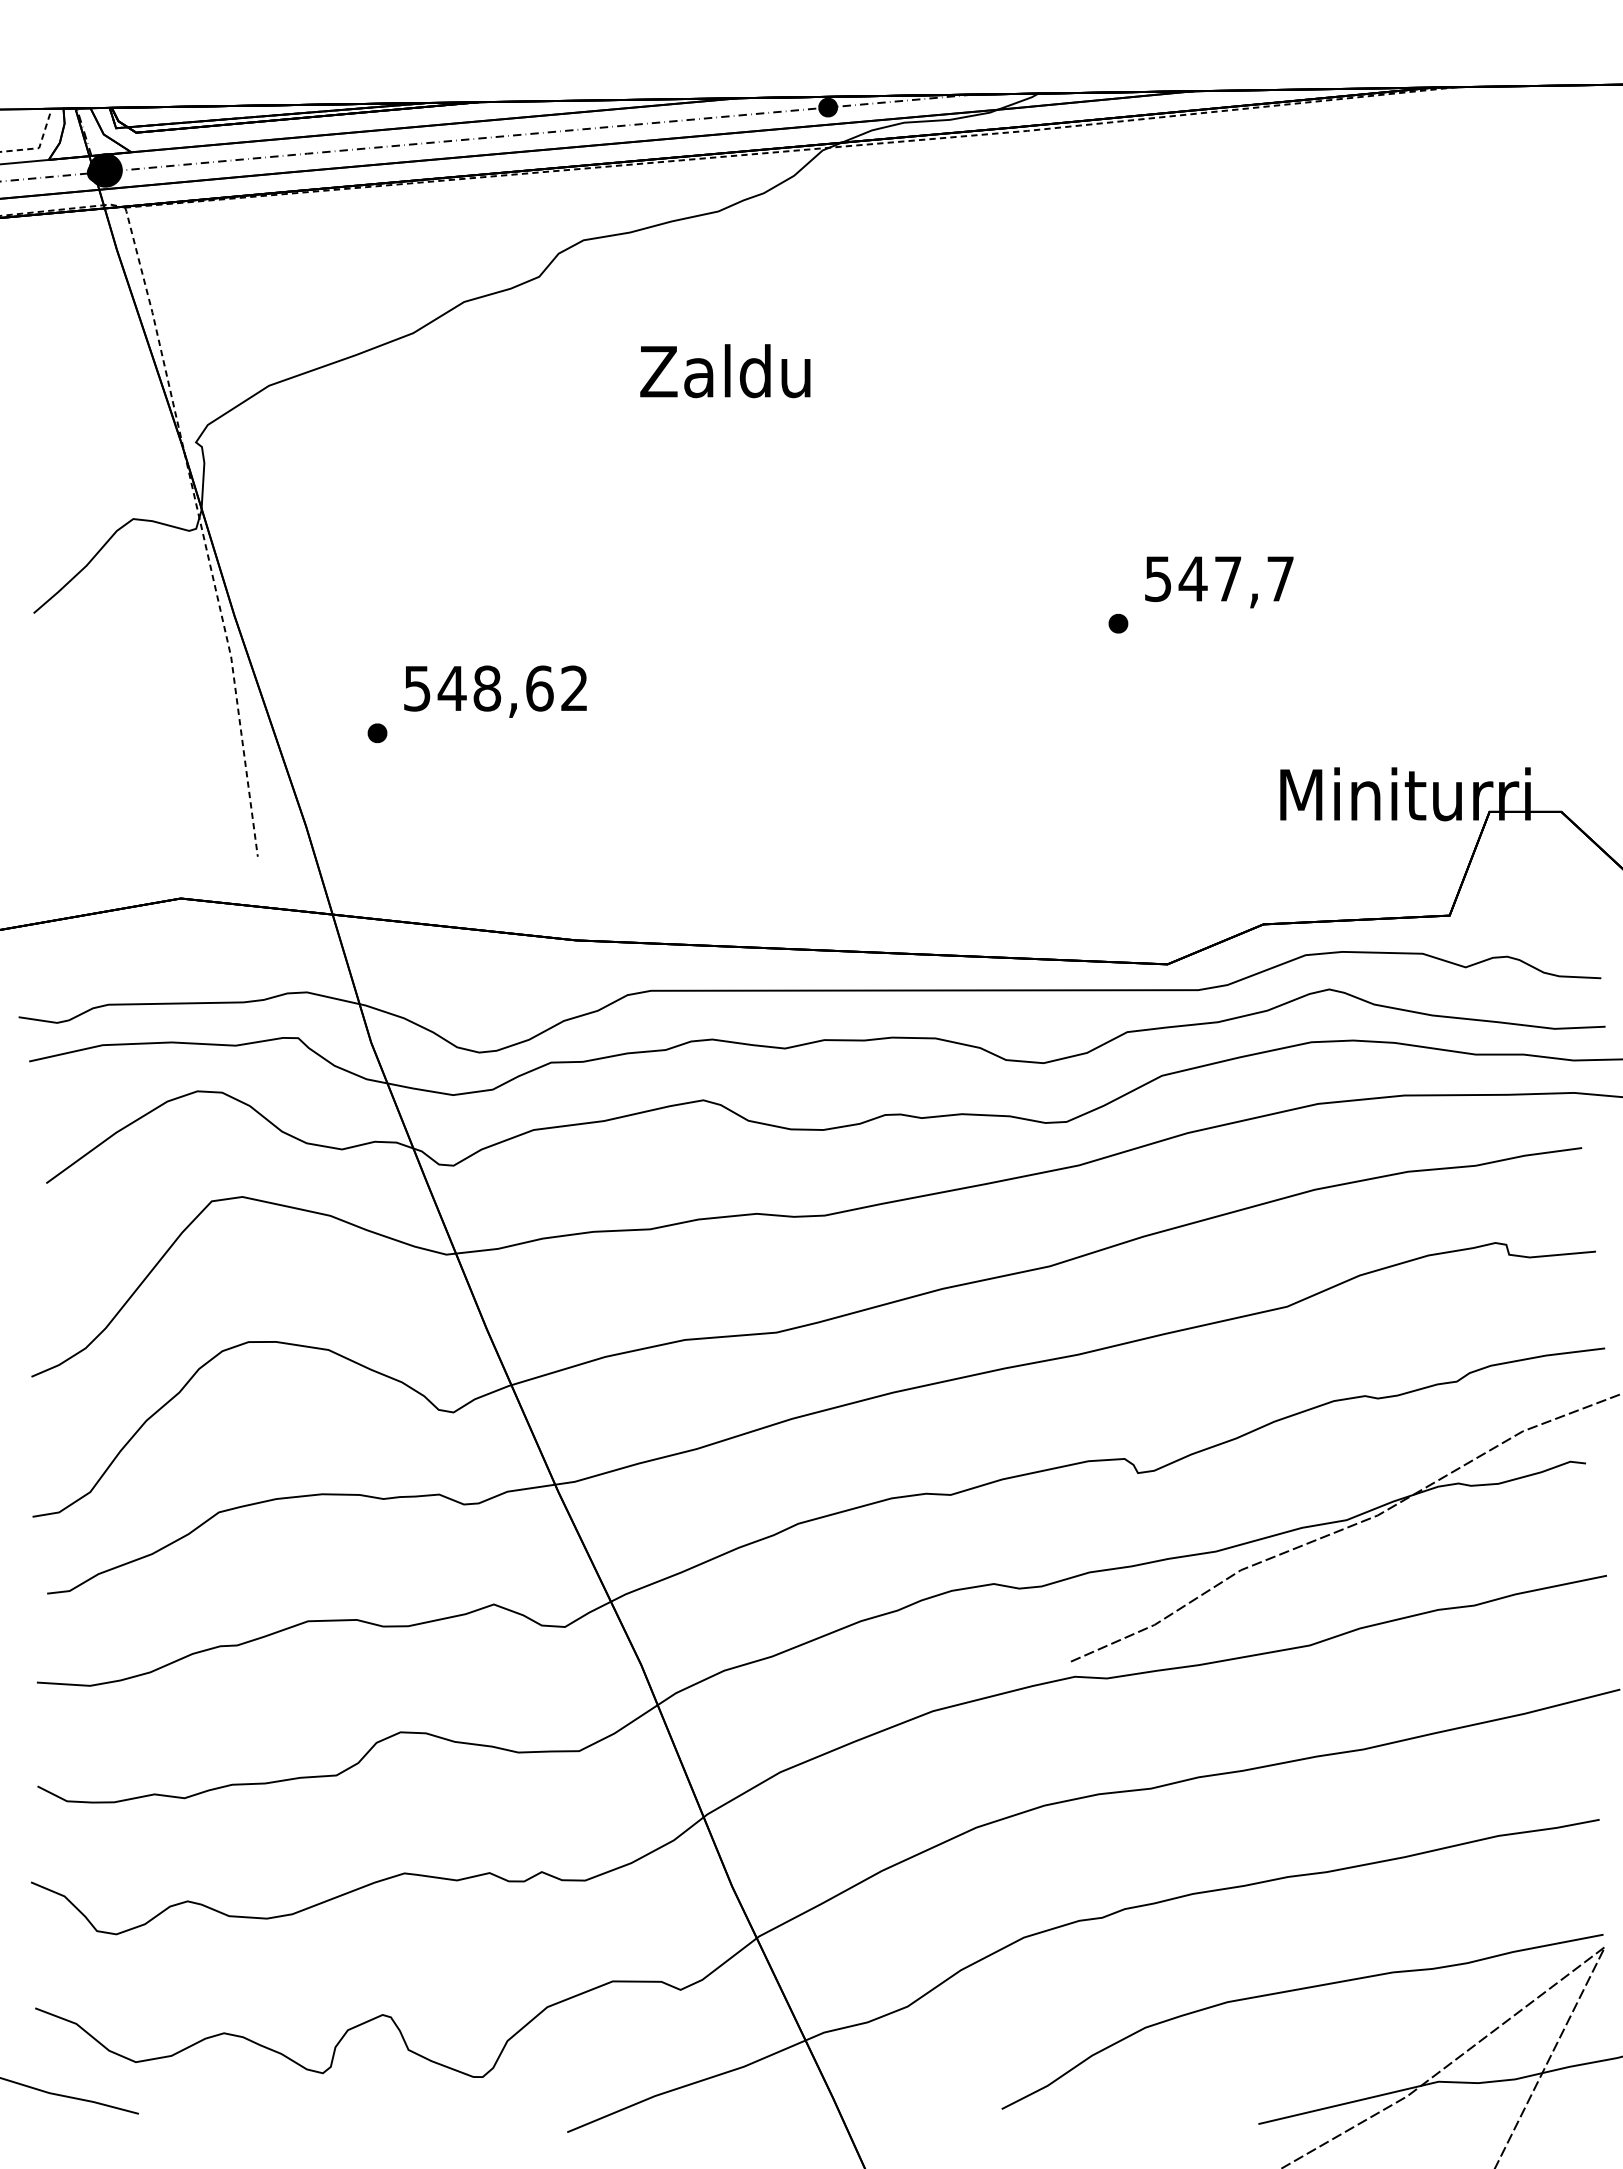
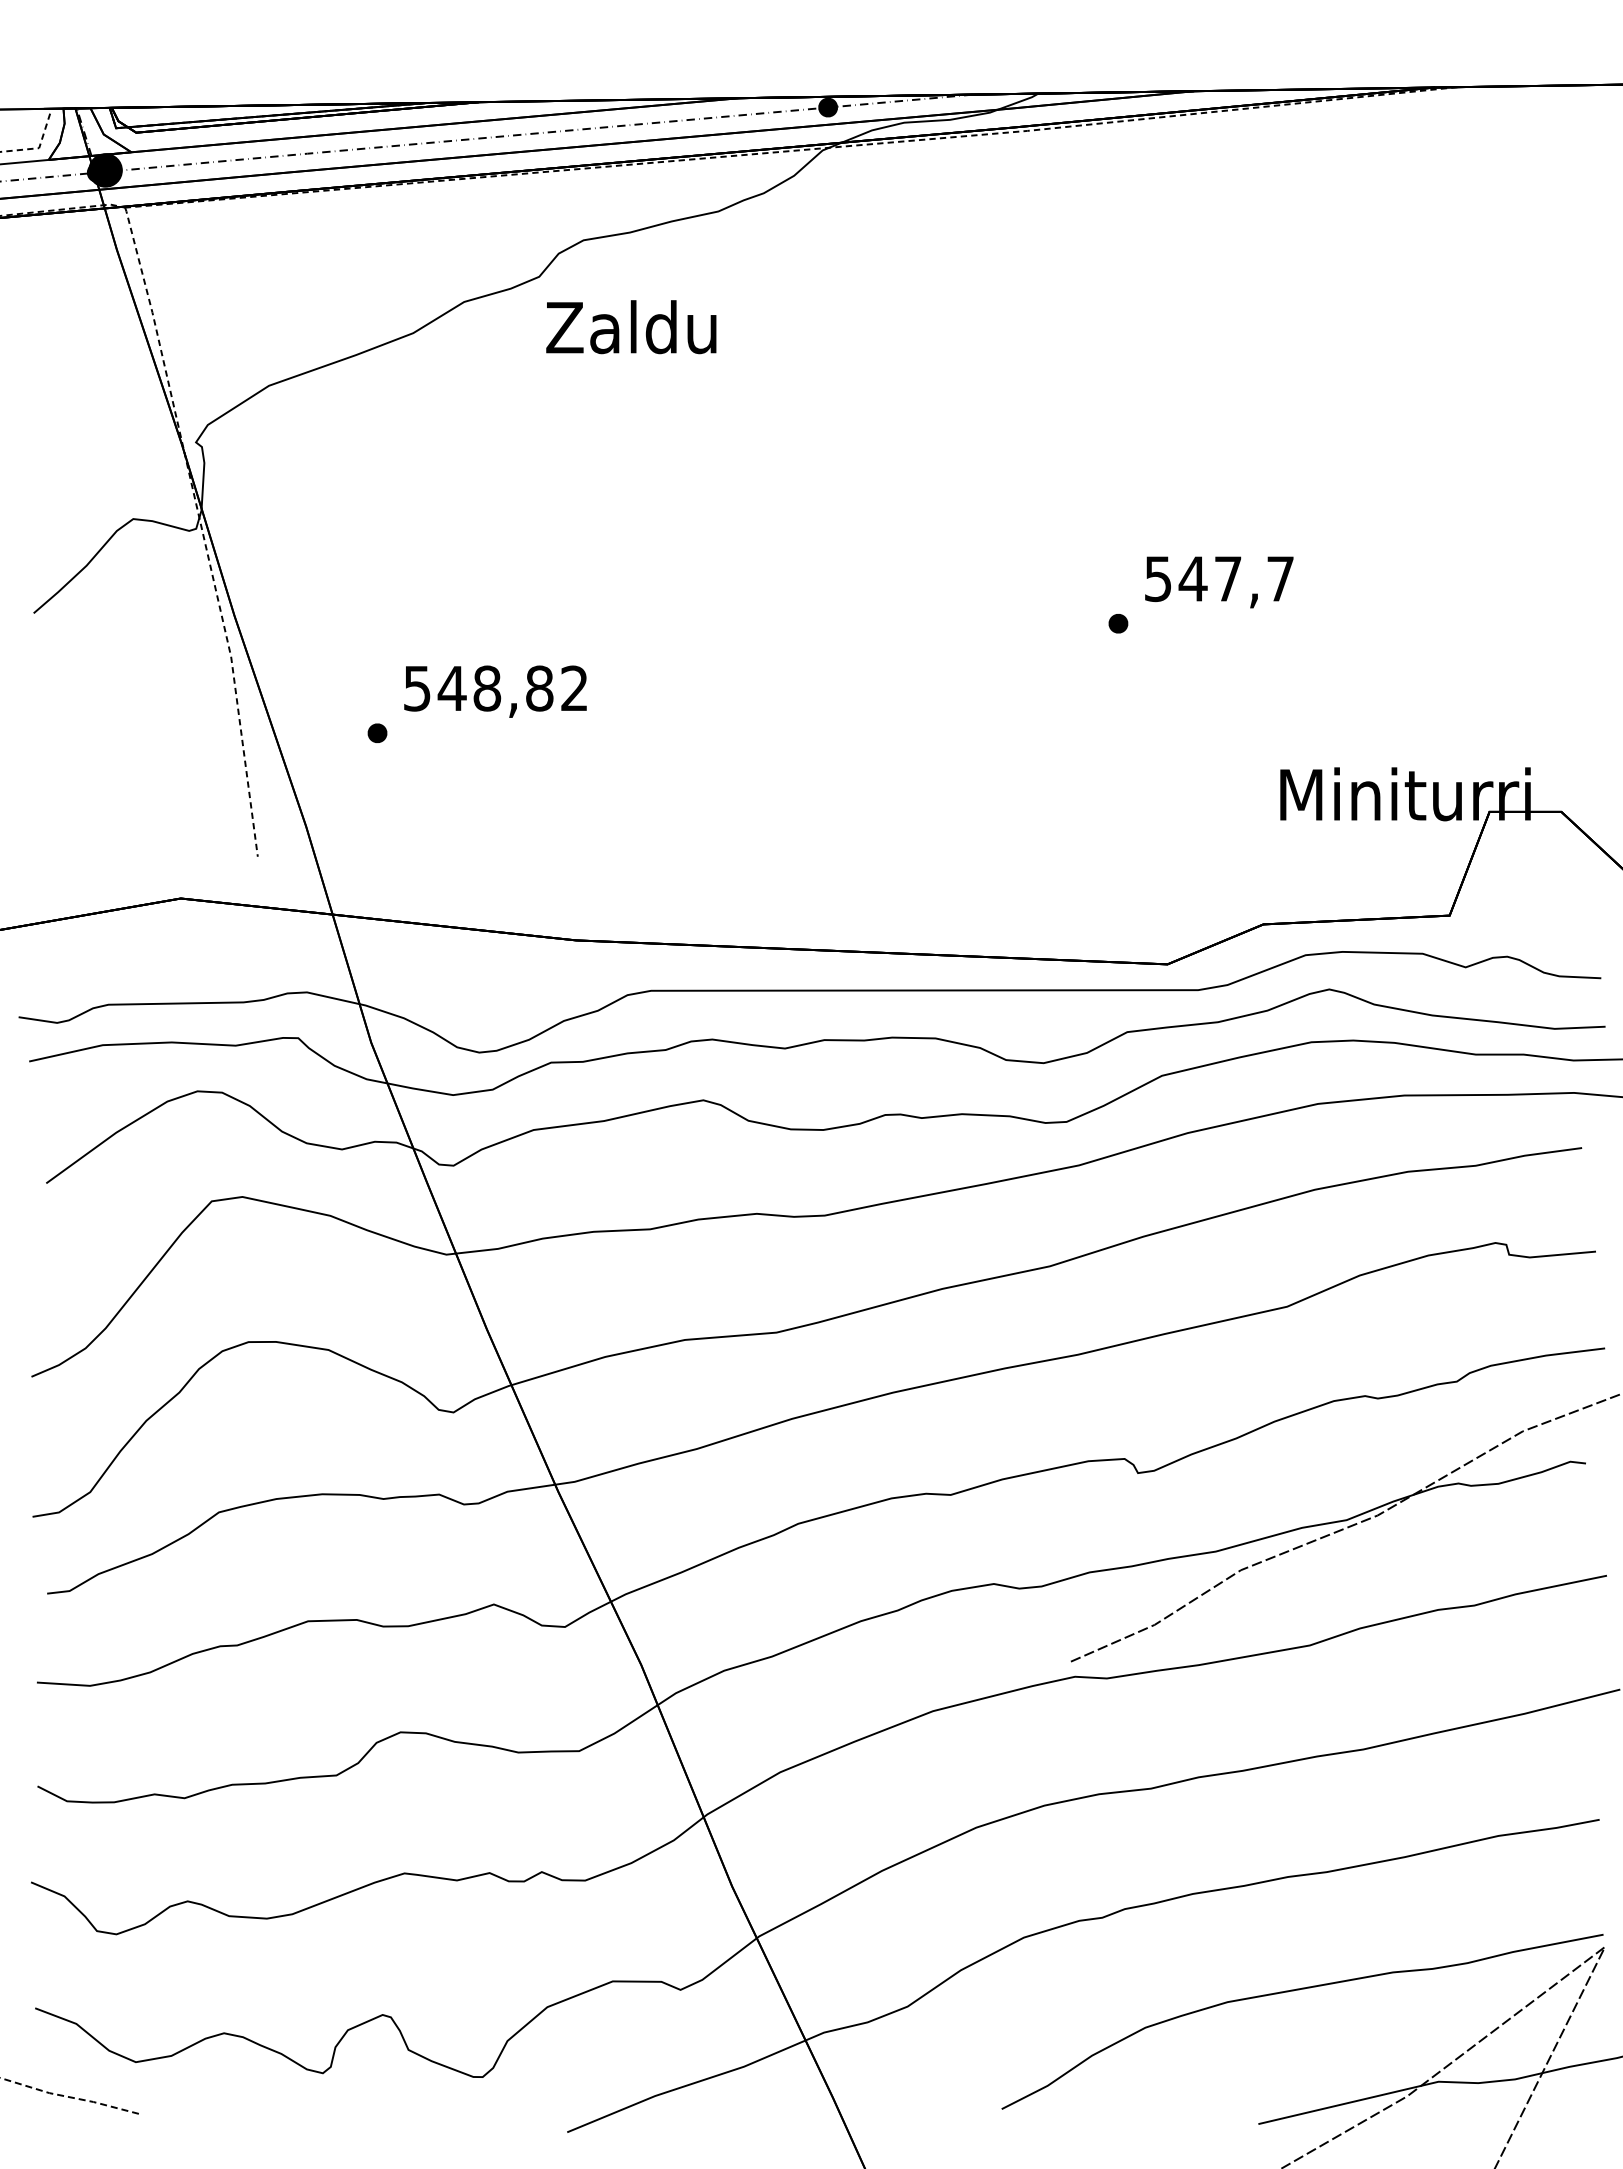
text at (725, 371) position: (725, 371) -> (631, 327)
text at (539, 688): 548,62 -> 548,82
line at (69, 2097): solid -> dashed
